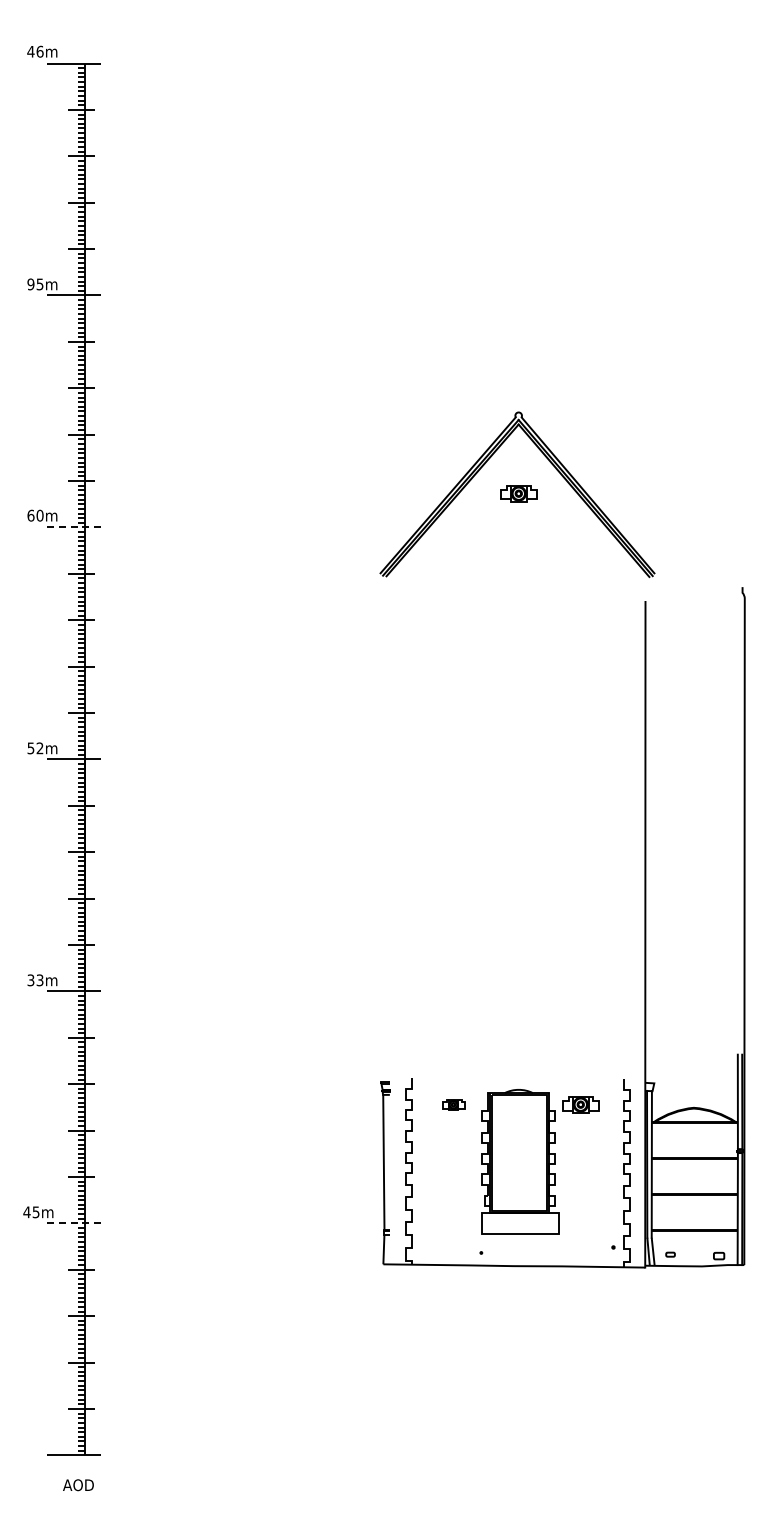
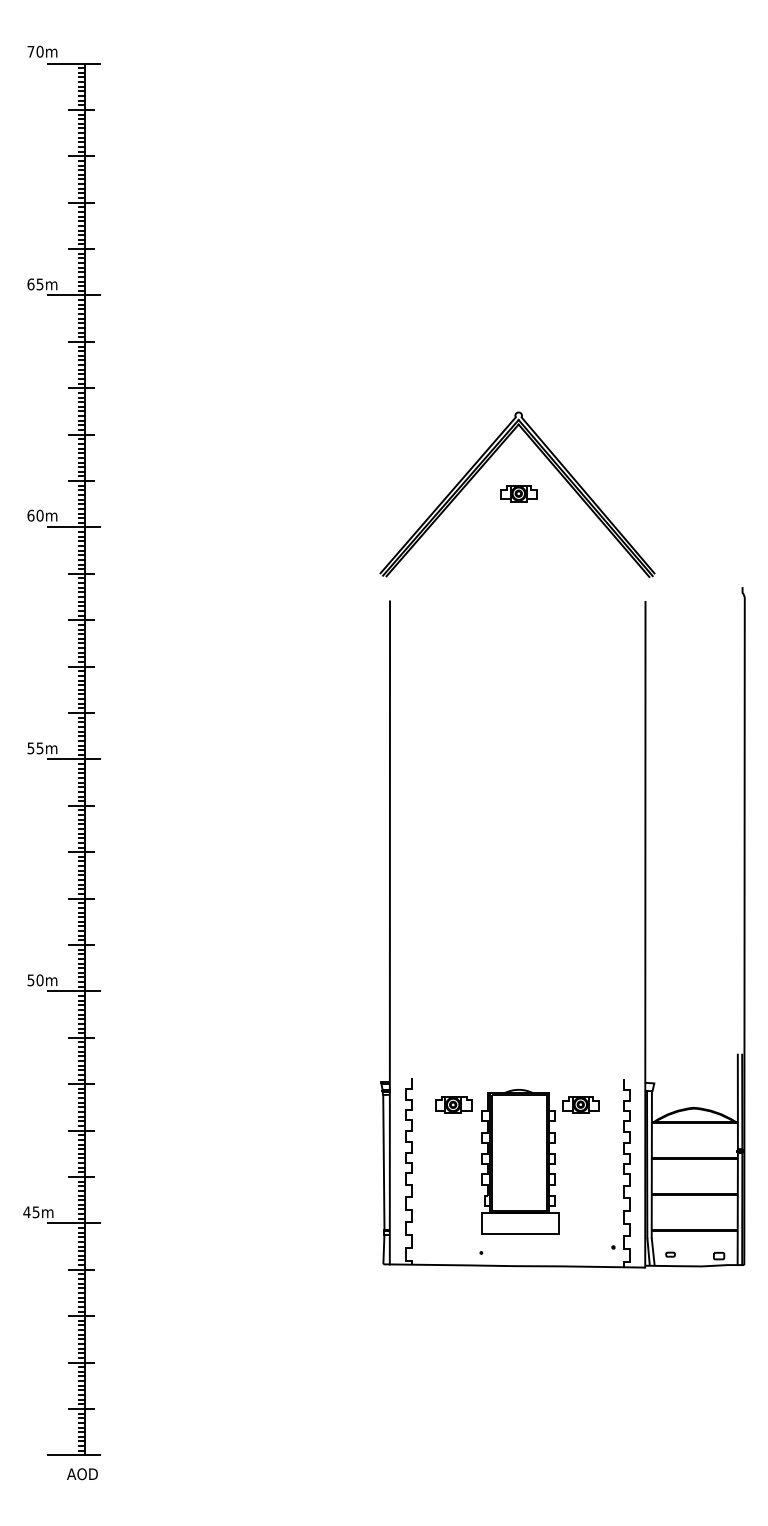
text at (35, 51): 46m -> 70m
text at (30, 284): 95m -> 65m
line at (74, 527): dashed -> solid
text at (39, 748): 52m -> 55m
line at (389, 932): none -> present
text at (35, 980): 33m -> 50m
part at (453, 1104) size: 24x12 px -> 38x18 px
line at (74, 1223): dashed -> solid
text at (78, 1485) position: (78, 1485) -> (82, 1474)
